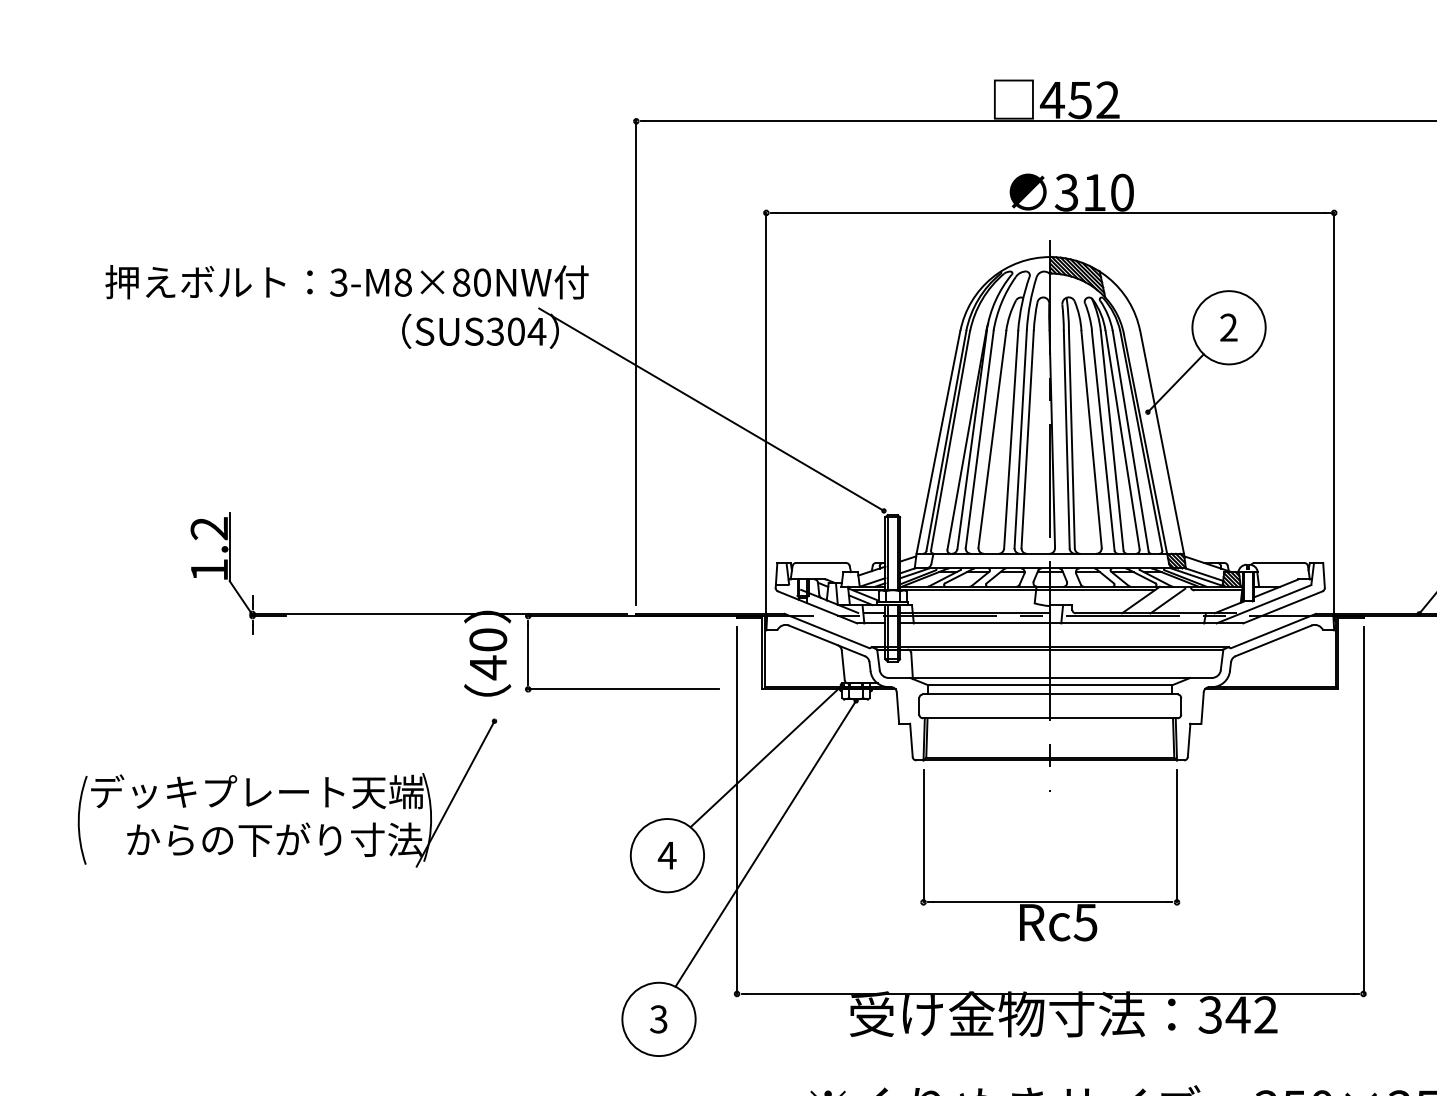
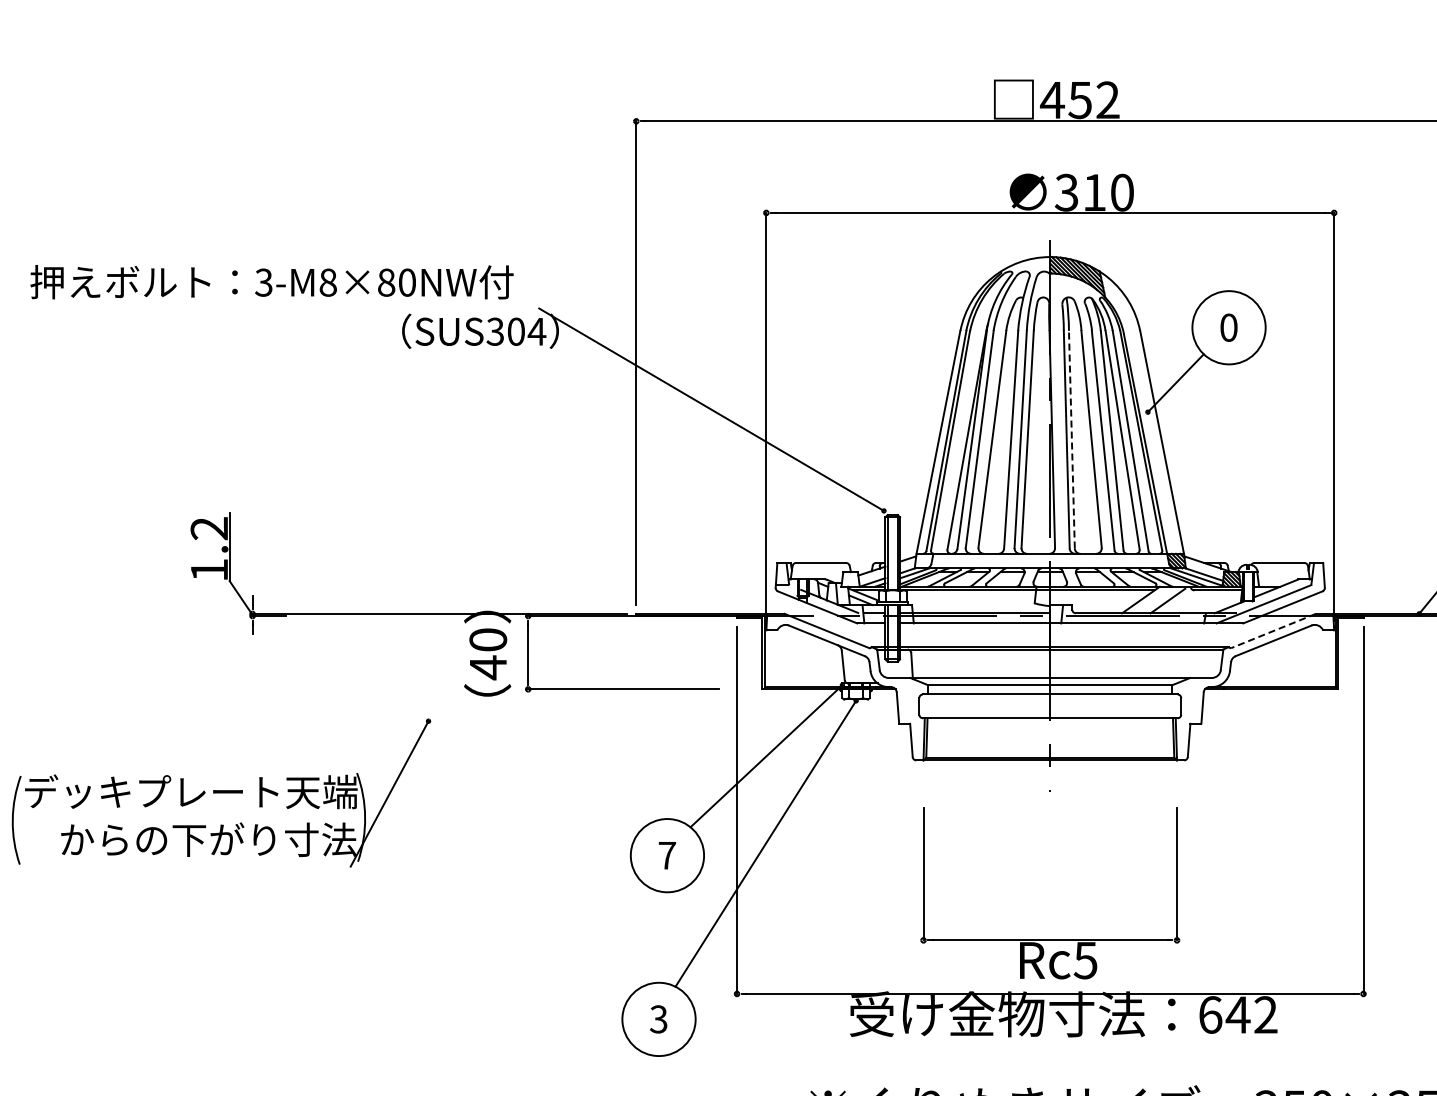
text at (346, 282) position: (346, 282) -> (271, 282)
text at (1228, 327): 2 -> 0
line at (1071, 439): solid -> dashed
line at (1273, 631): solid -> dashed
part at (287, 792) position: (287, 792) -> (221, 792)
text at (666, 855): 4 -> 7
part at (1050, 901) position: (1050, 901) -> (1050, 939)
text at (1210, 1014): 342 -> 642
